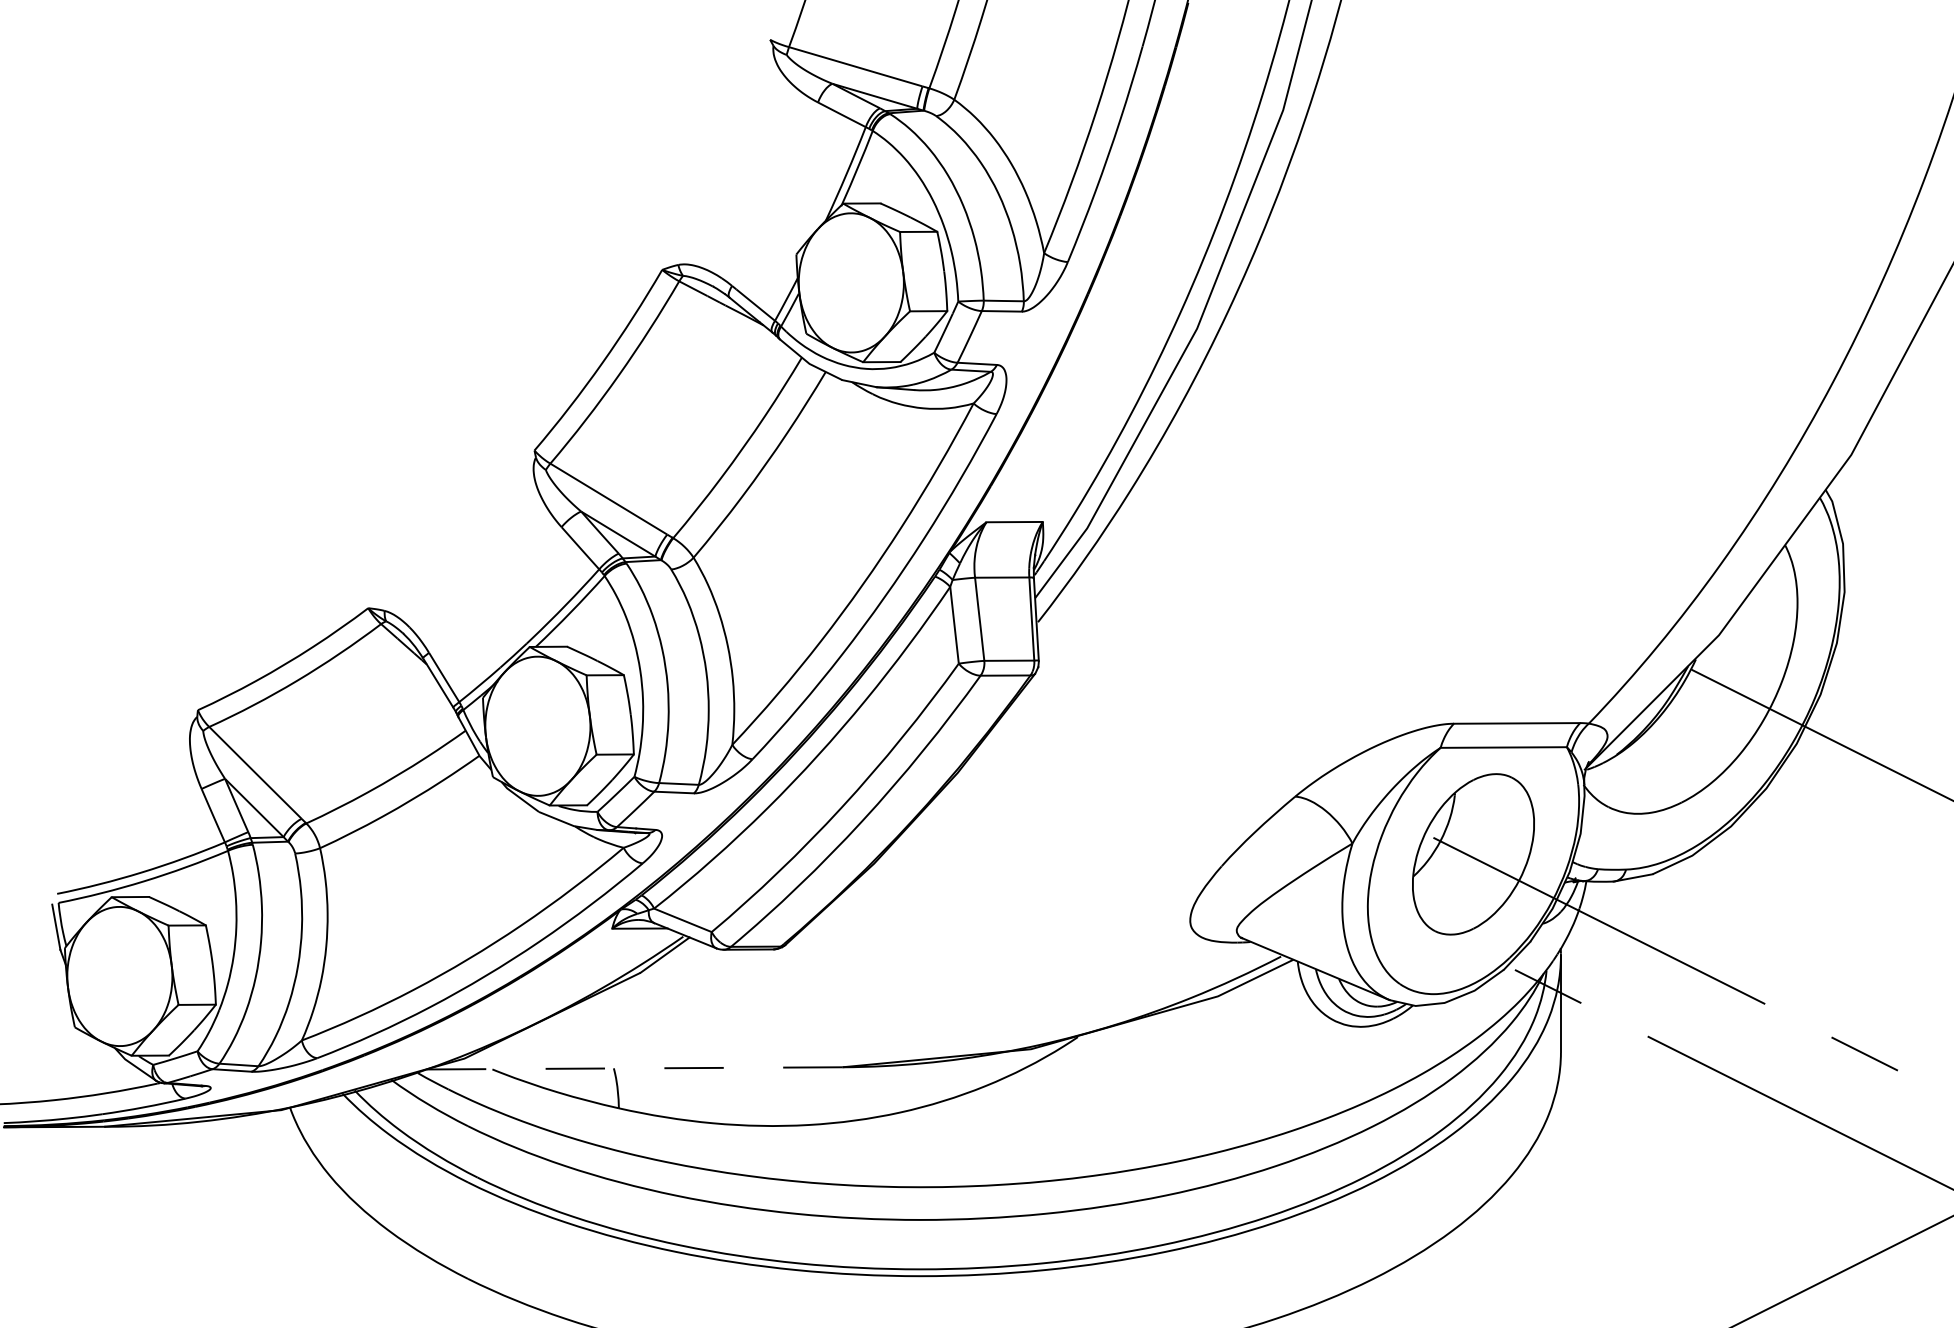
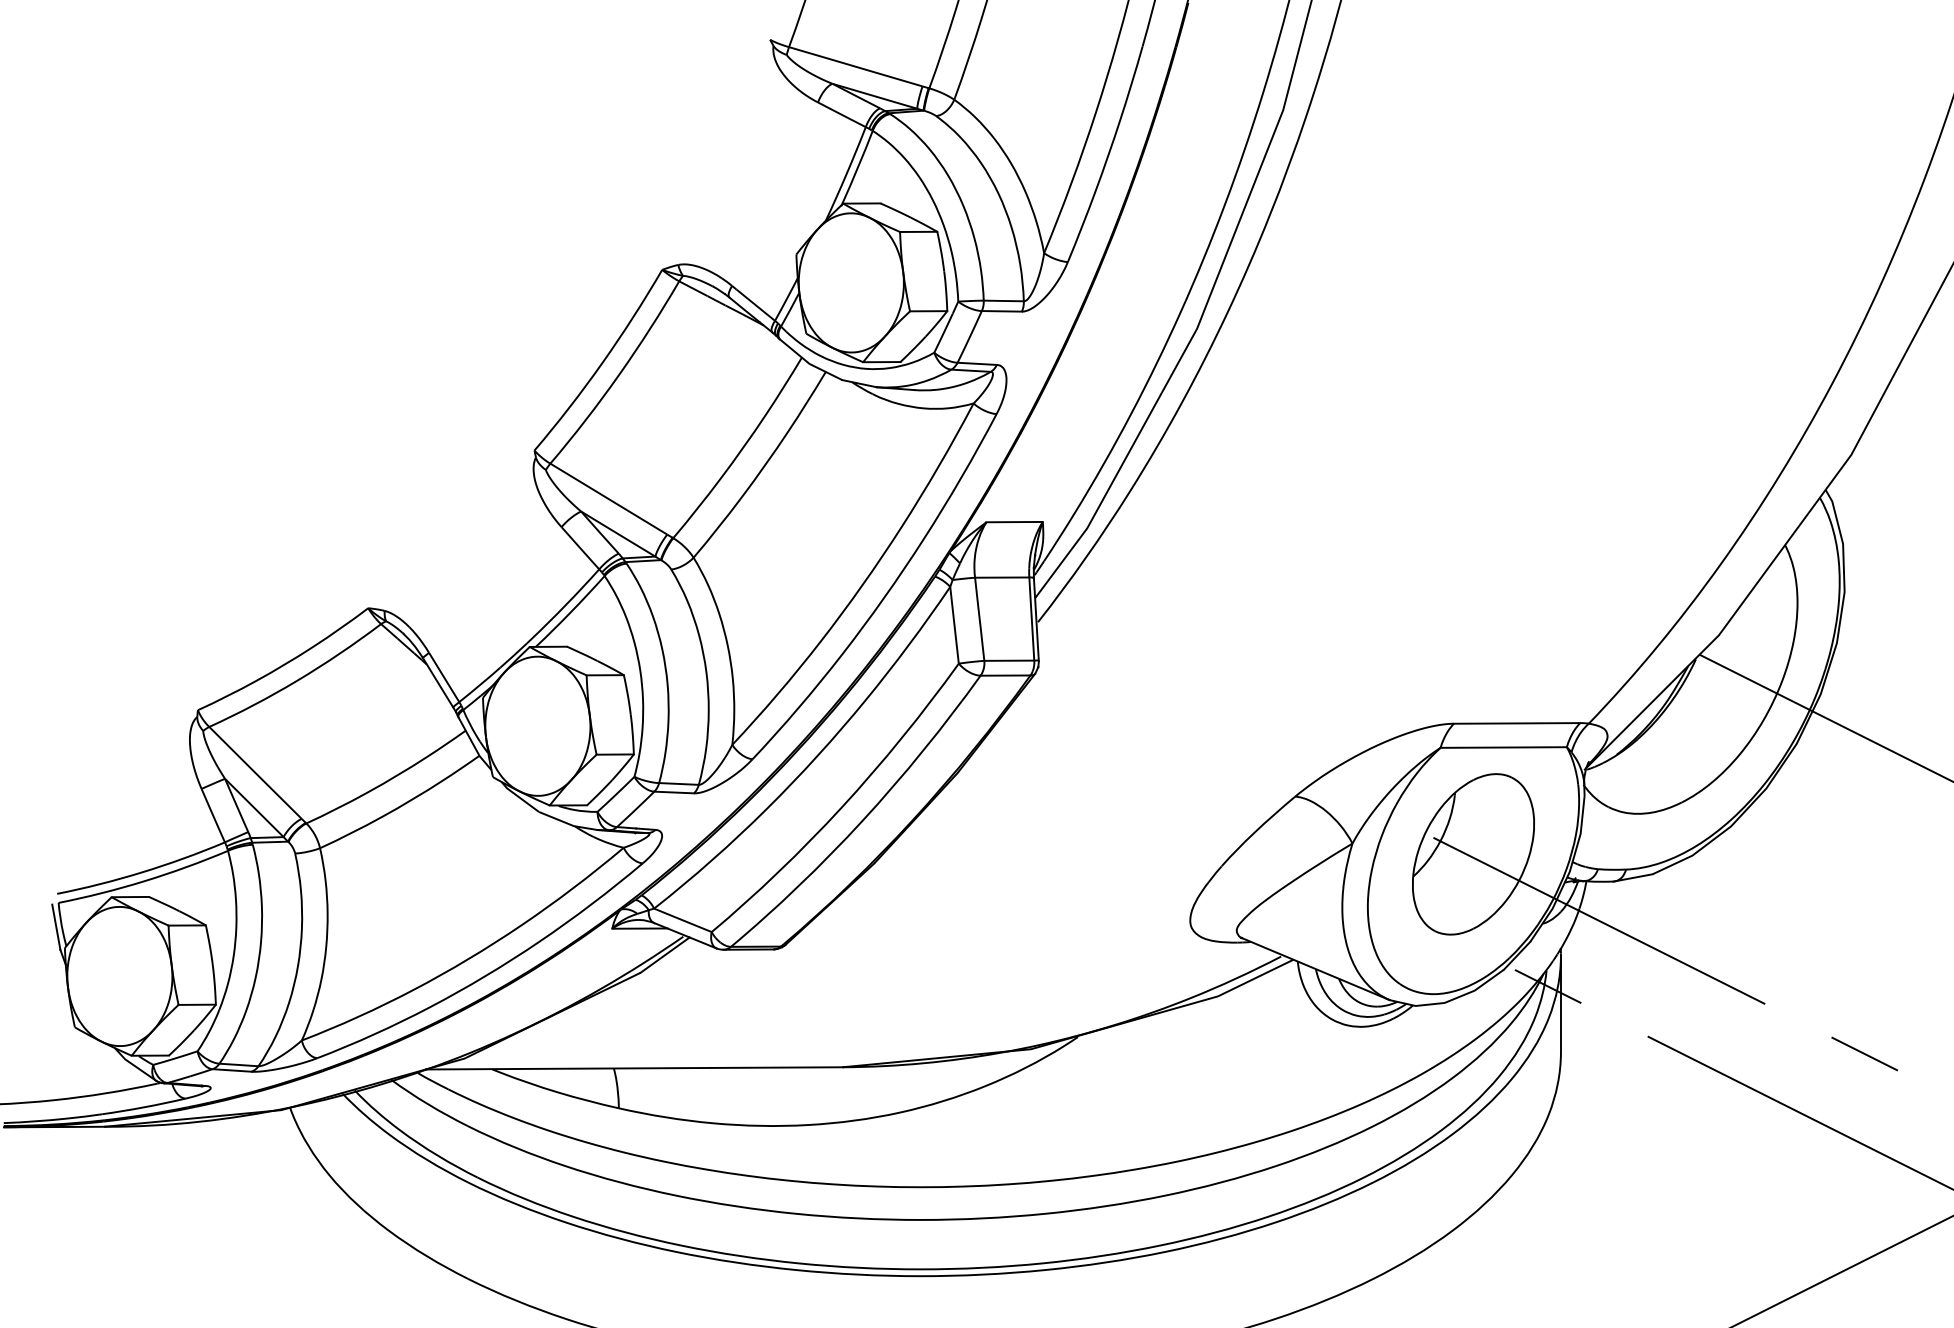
line at (1820, 734) position: (1820, 734) -> (1824, 717)
line at (633, 1068): dashed -> solid
